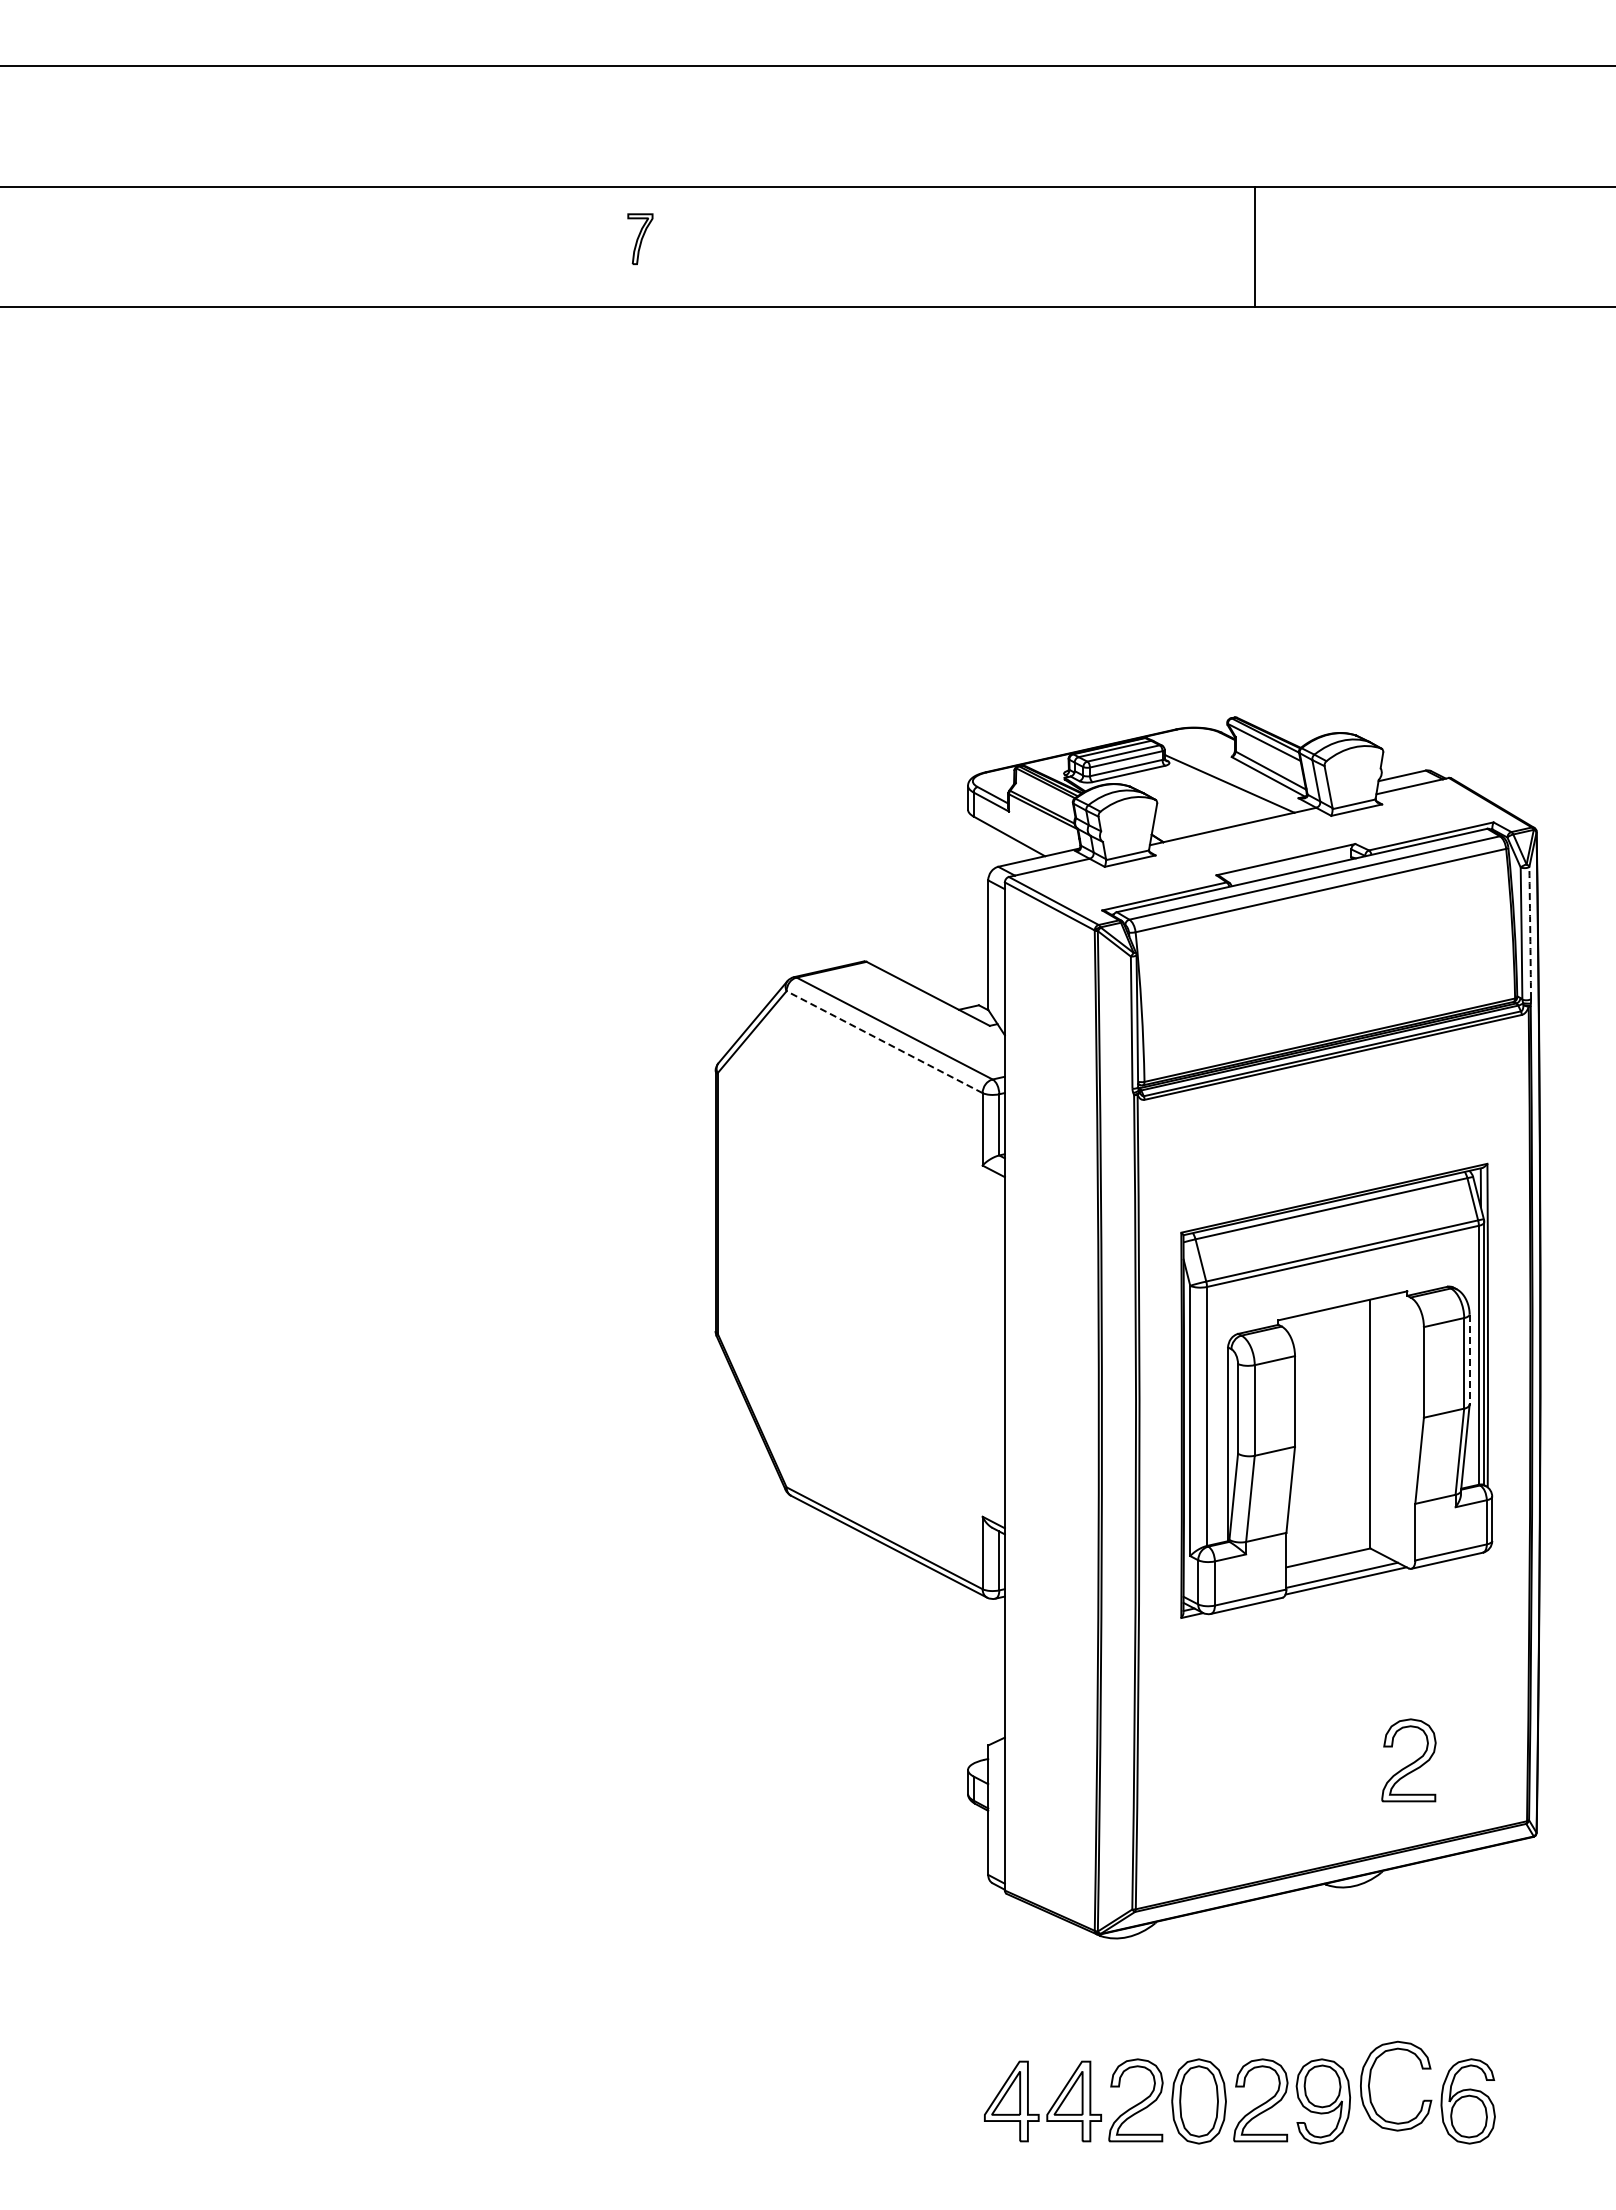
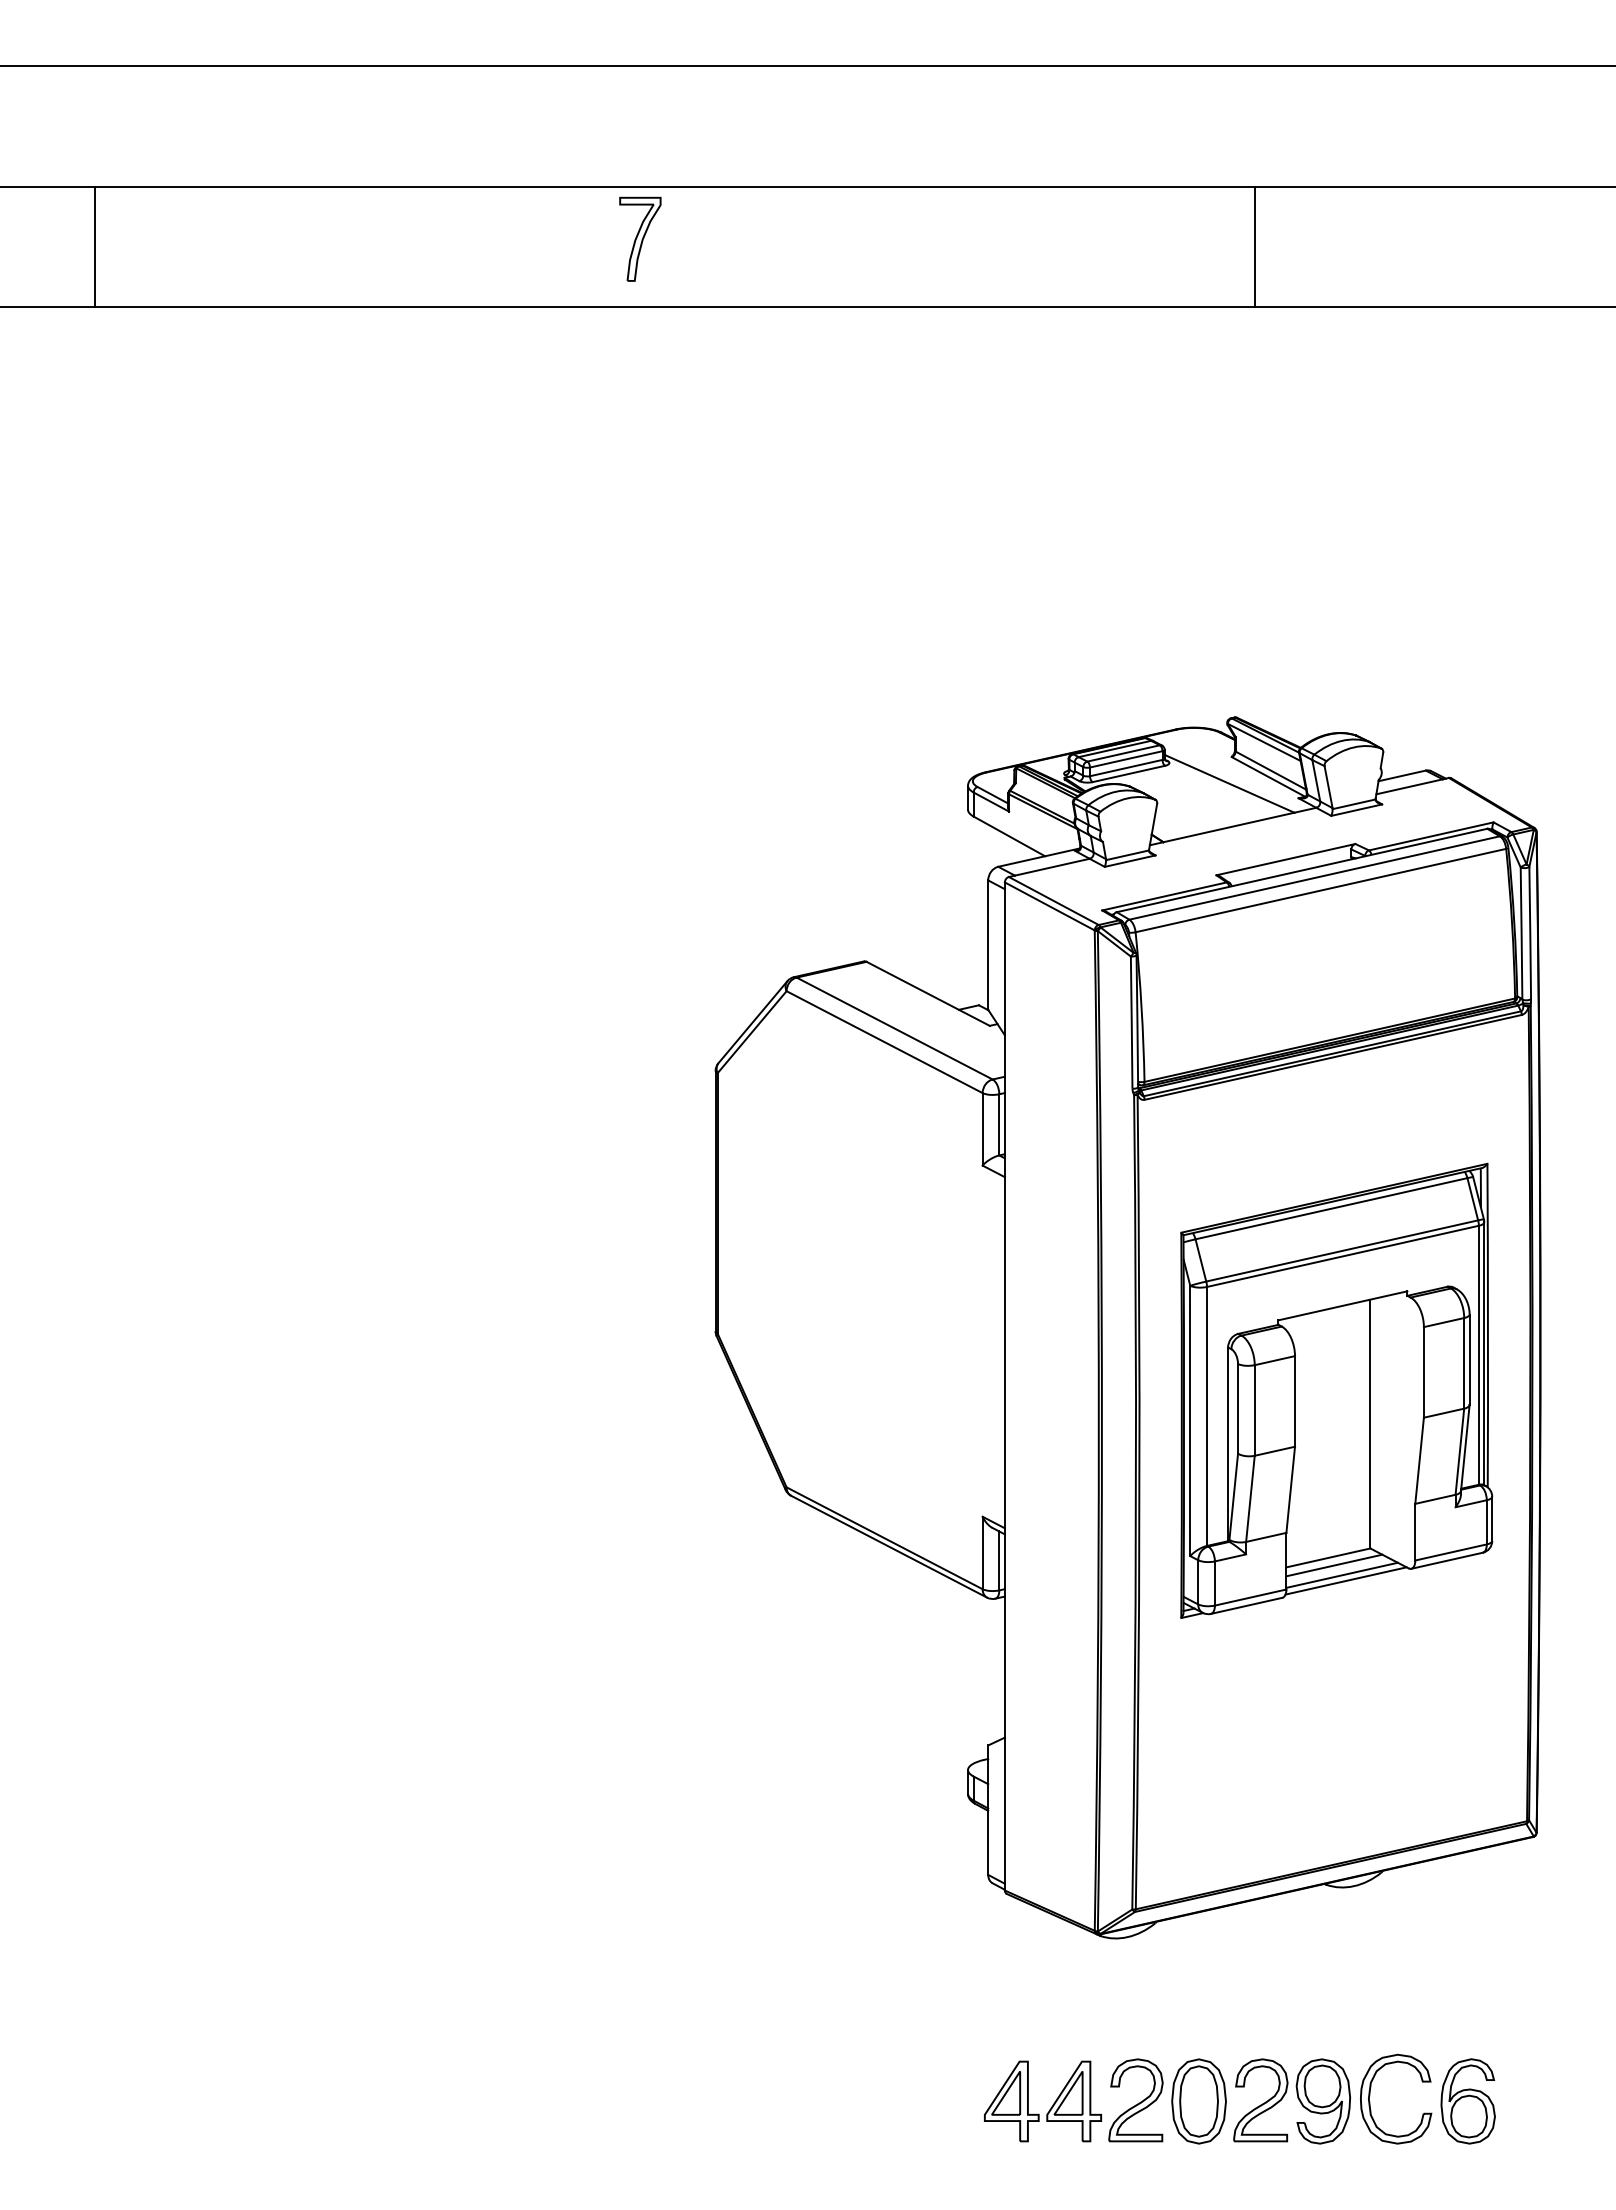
part at (640, 238) size: 27x52 px -> 43x86 px
line at (94, 246): none -> present
arc at (1530, 932): dashed -> solid
line at (884, 1041): dashed -> solid
line at (1469, 1360): dashed -> solid
line at (1334, 1565): none -> present
part at (1408, 1760): present -> none
part at (1370, 2082) position: (1370, 2082) -> (1370, 2095)
